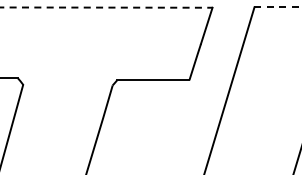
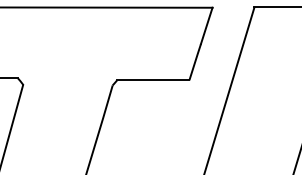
line at (106, 7): dashed -> solid
line at (278, 7): dashed -> solid
